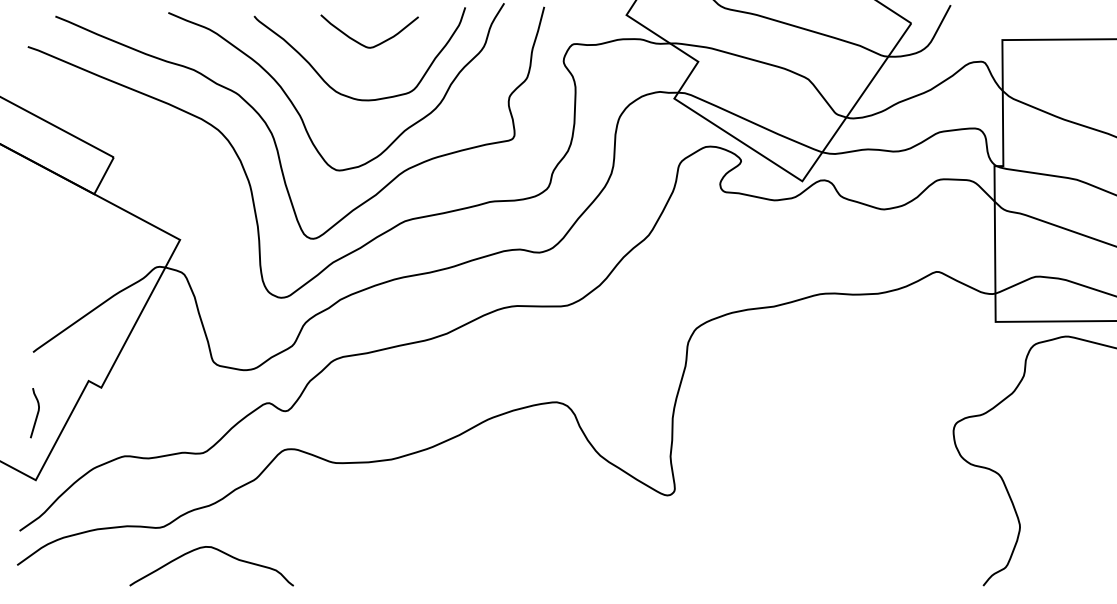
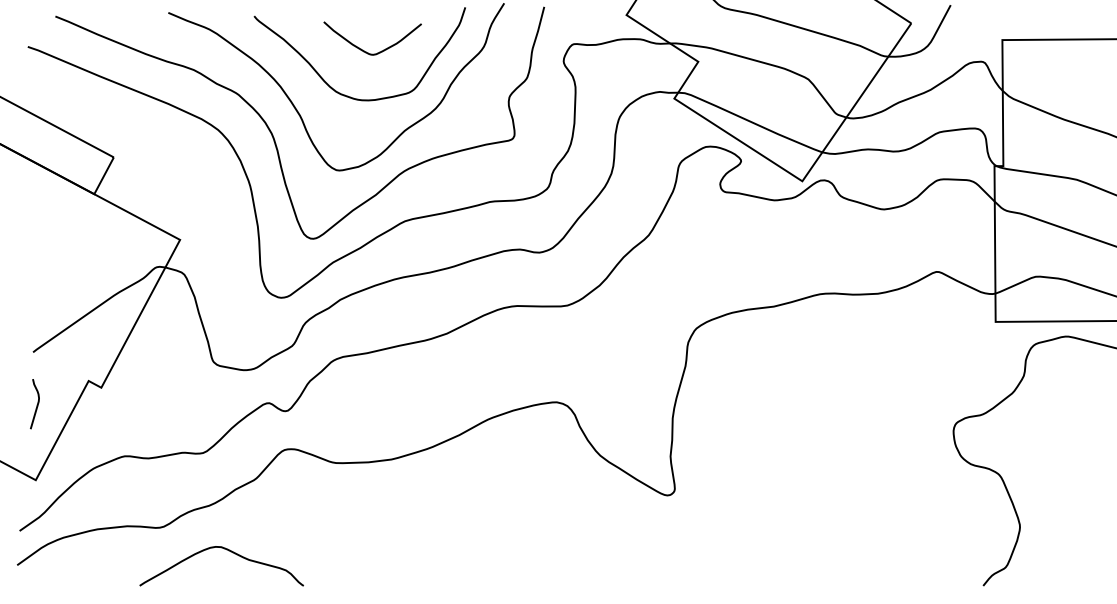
curve at (363, 44) position: (363, 44) -> (366, 51)
curve at (36, 414) position: (36, 414) -> (36, 405)
curve at (218, 551) position: (218, 551) -> (228, 551)
